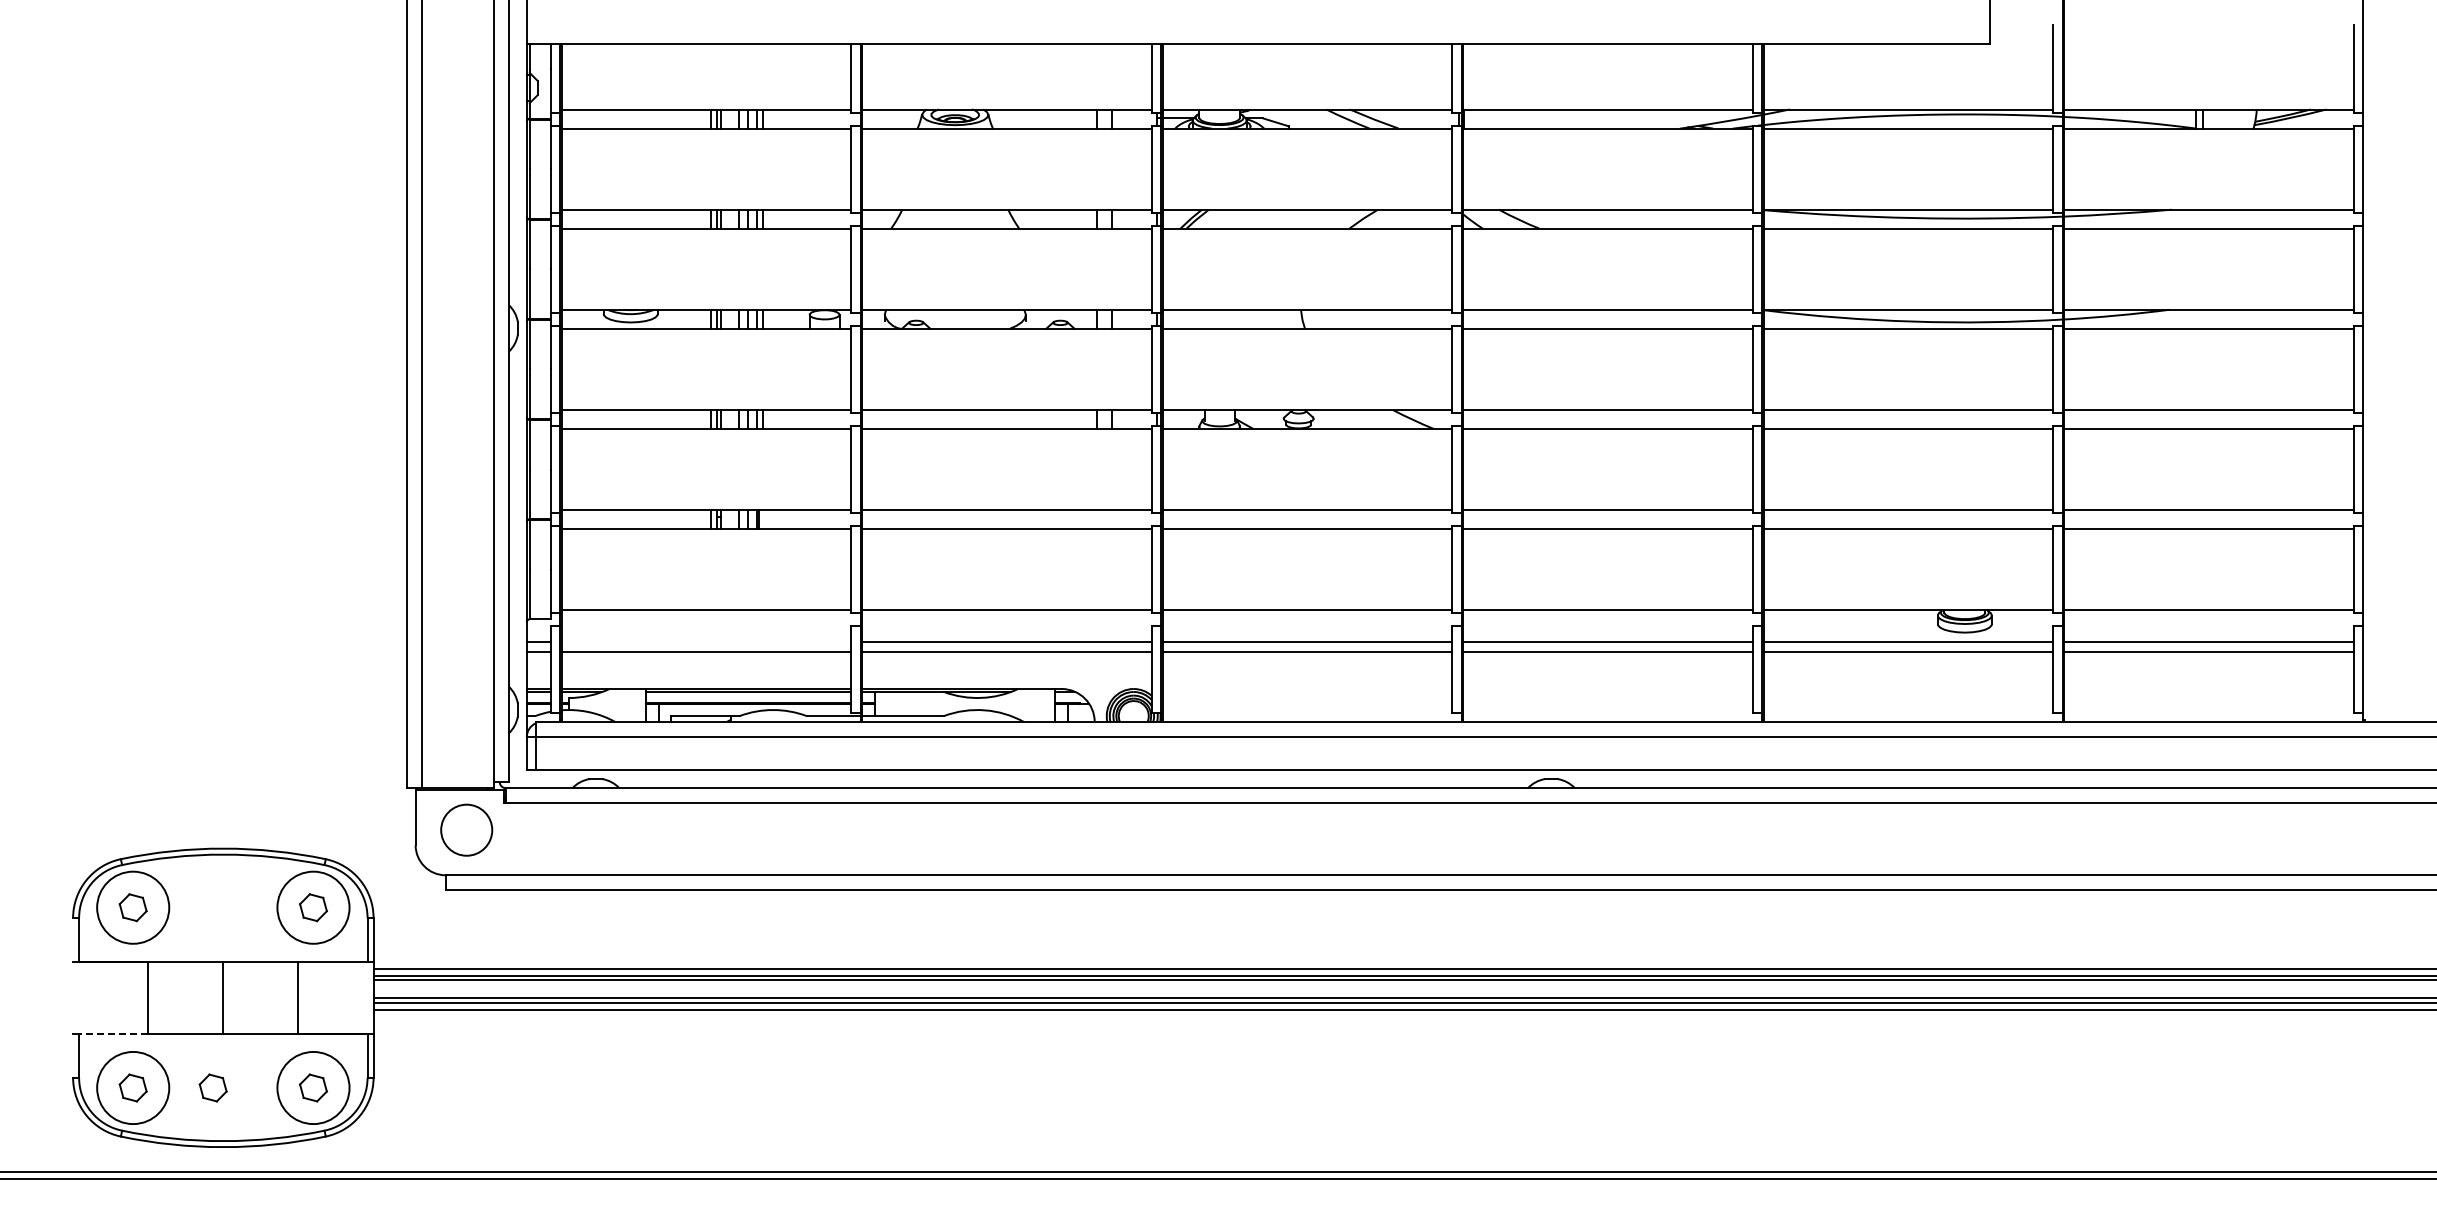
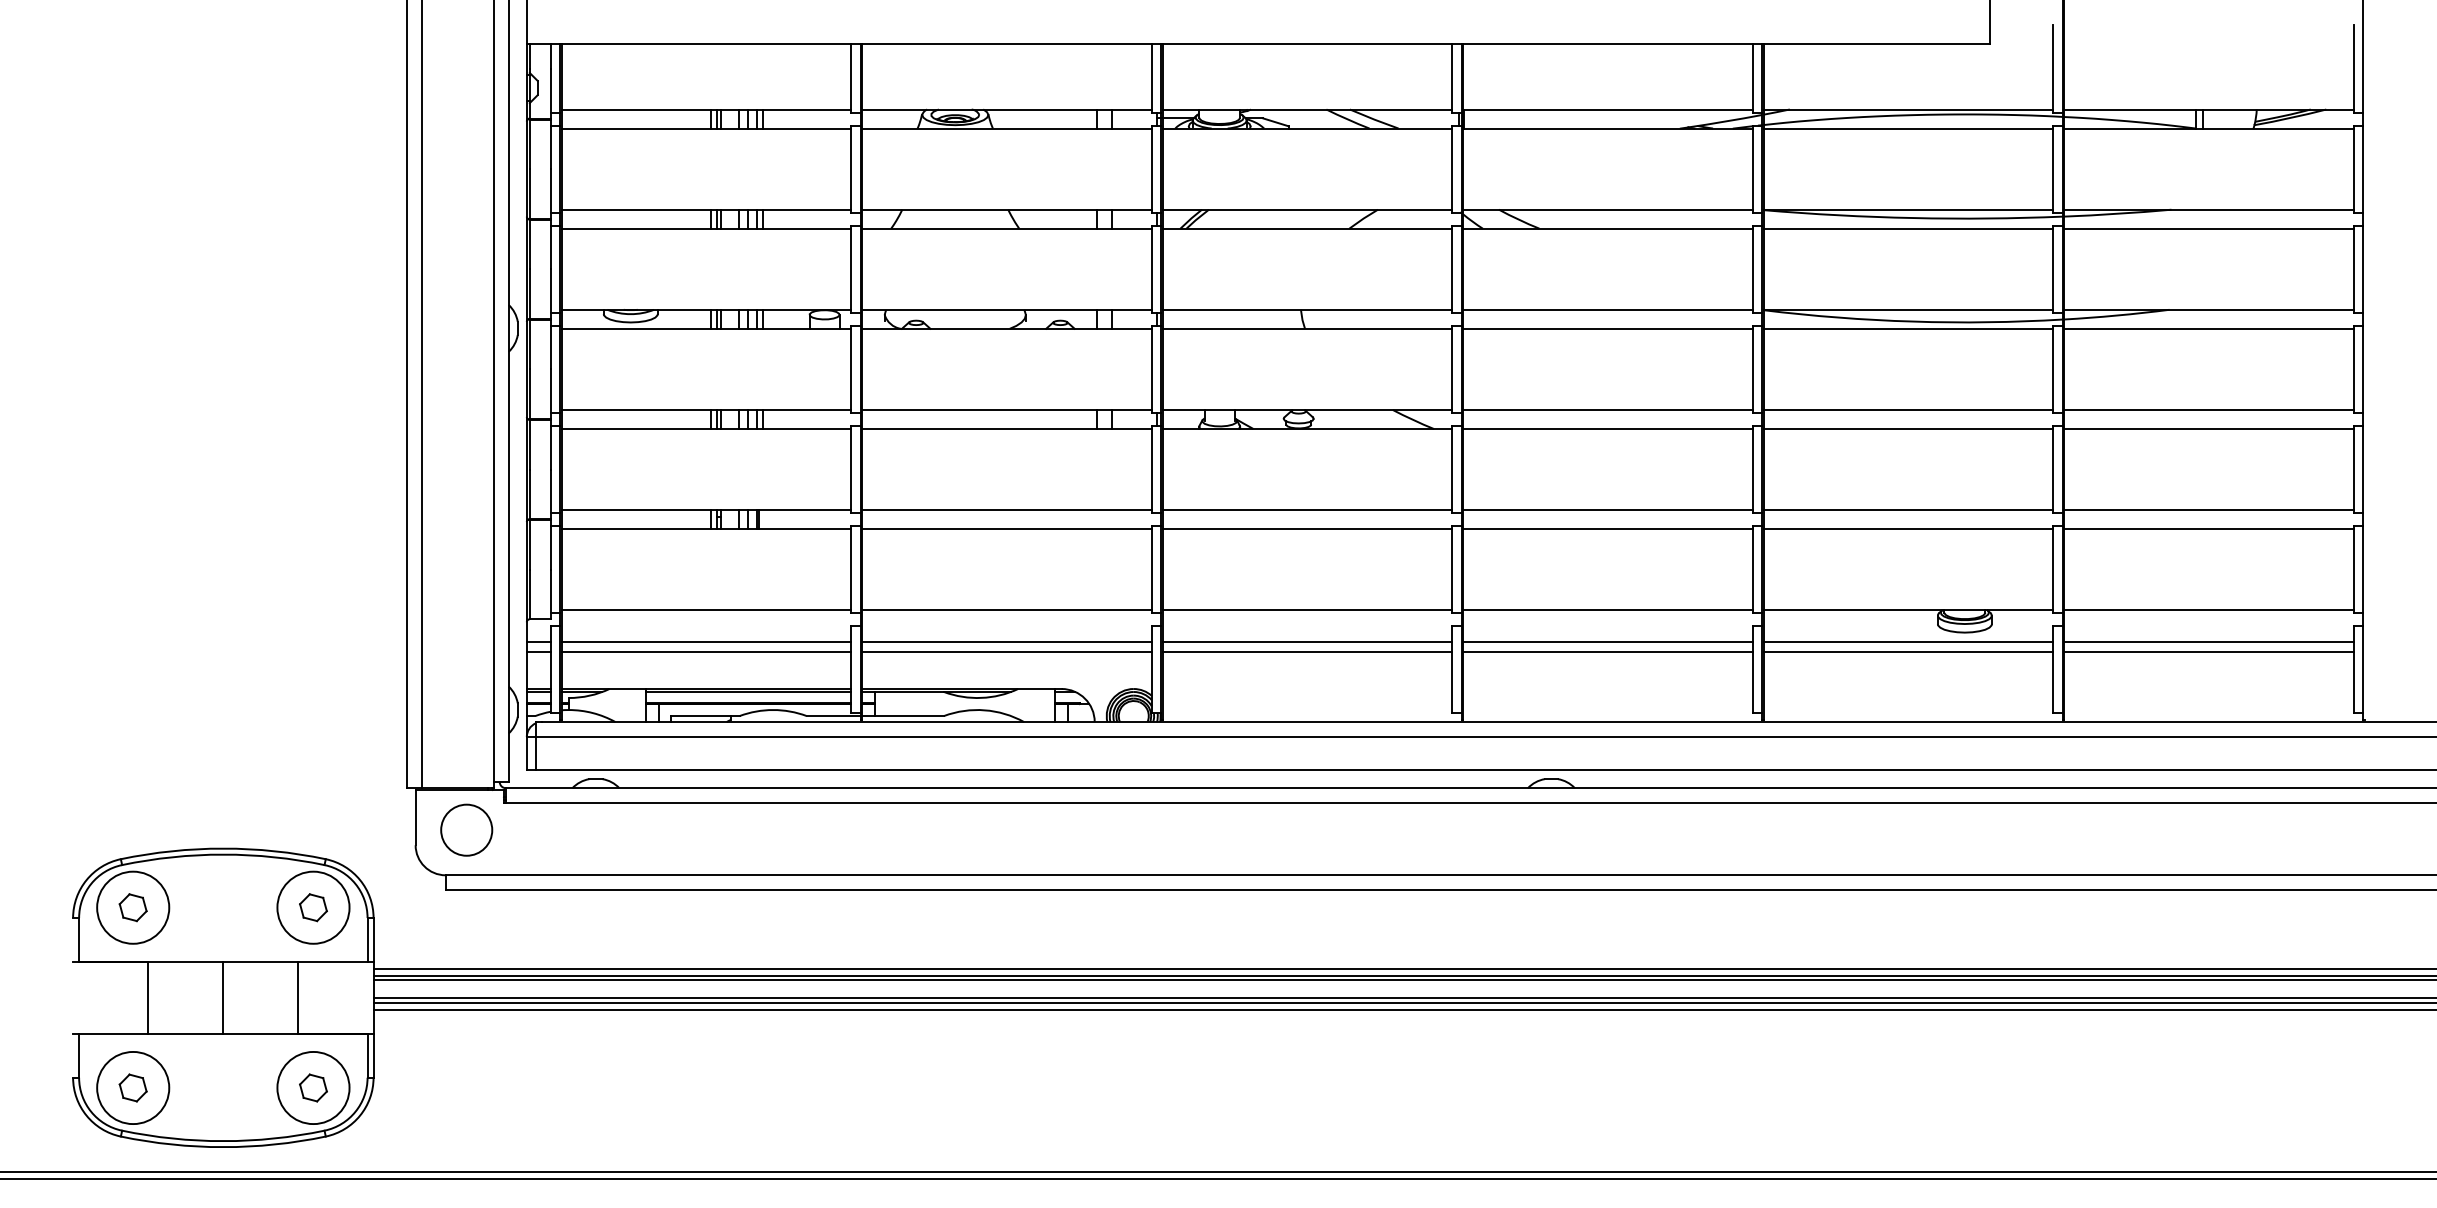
line at (706, 642): none -> present
line at (113, 1034): dashed -> solid
part at (212, 1087): present -> none
